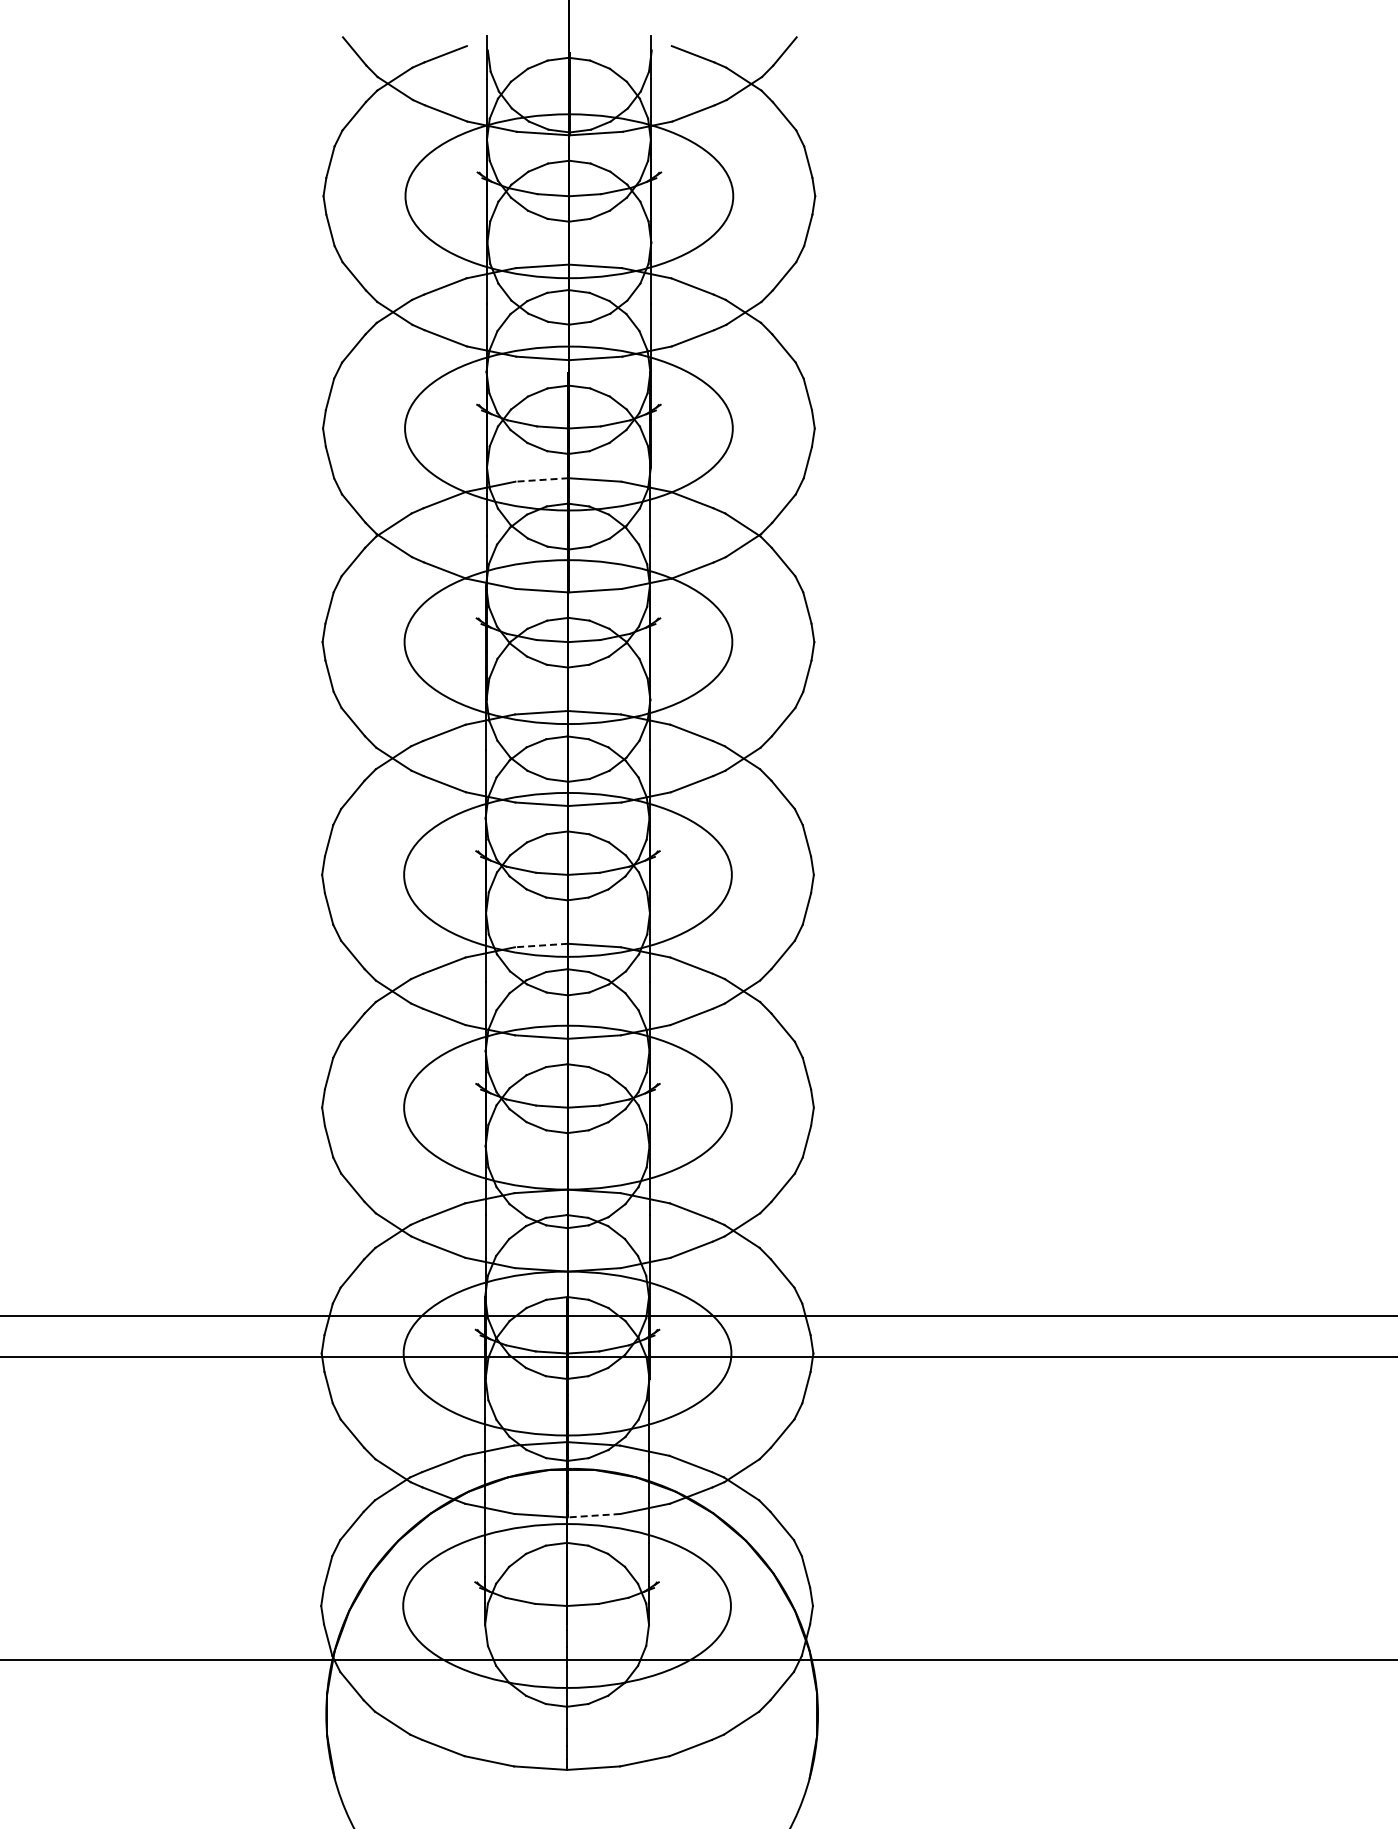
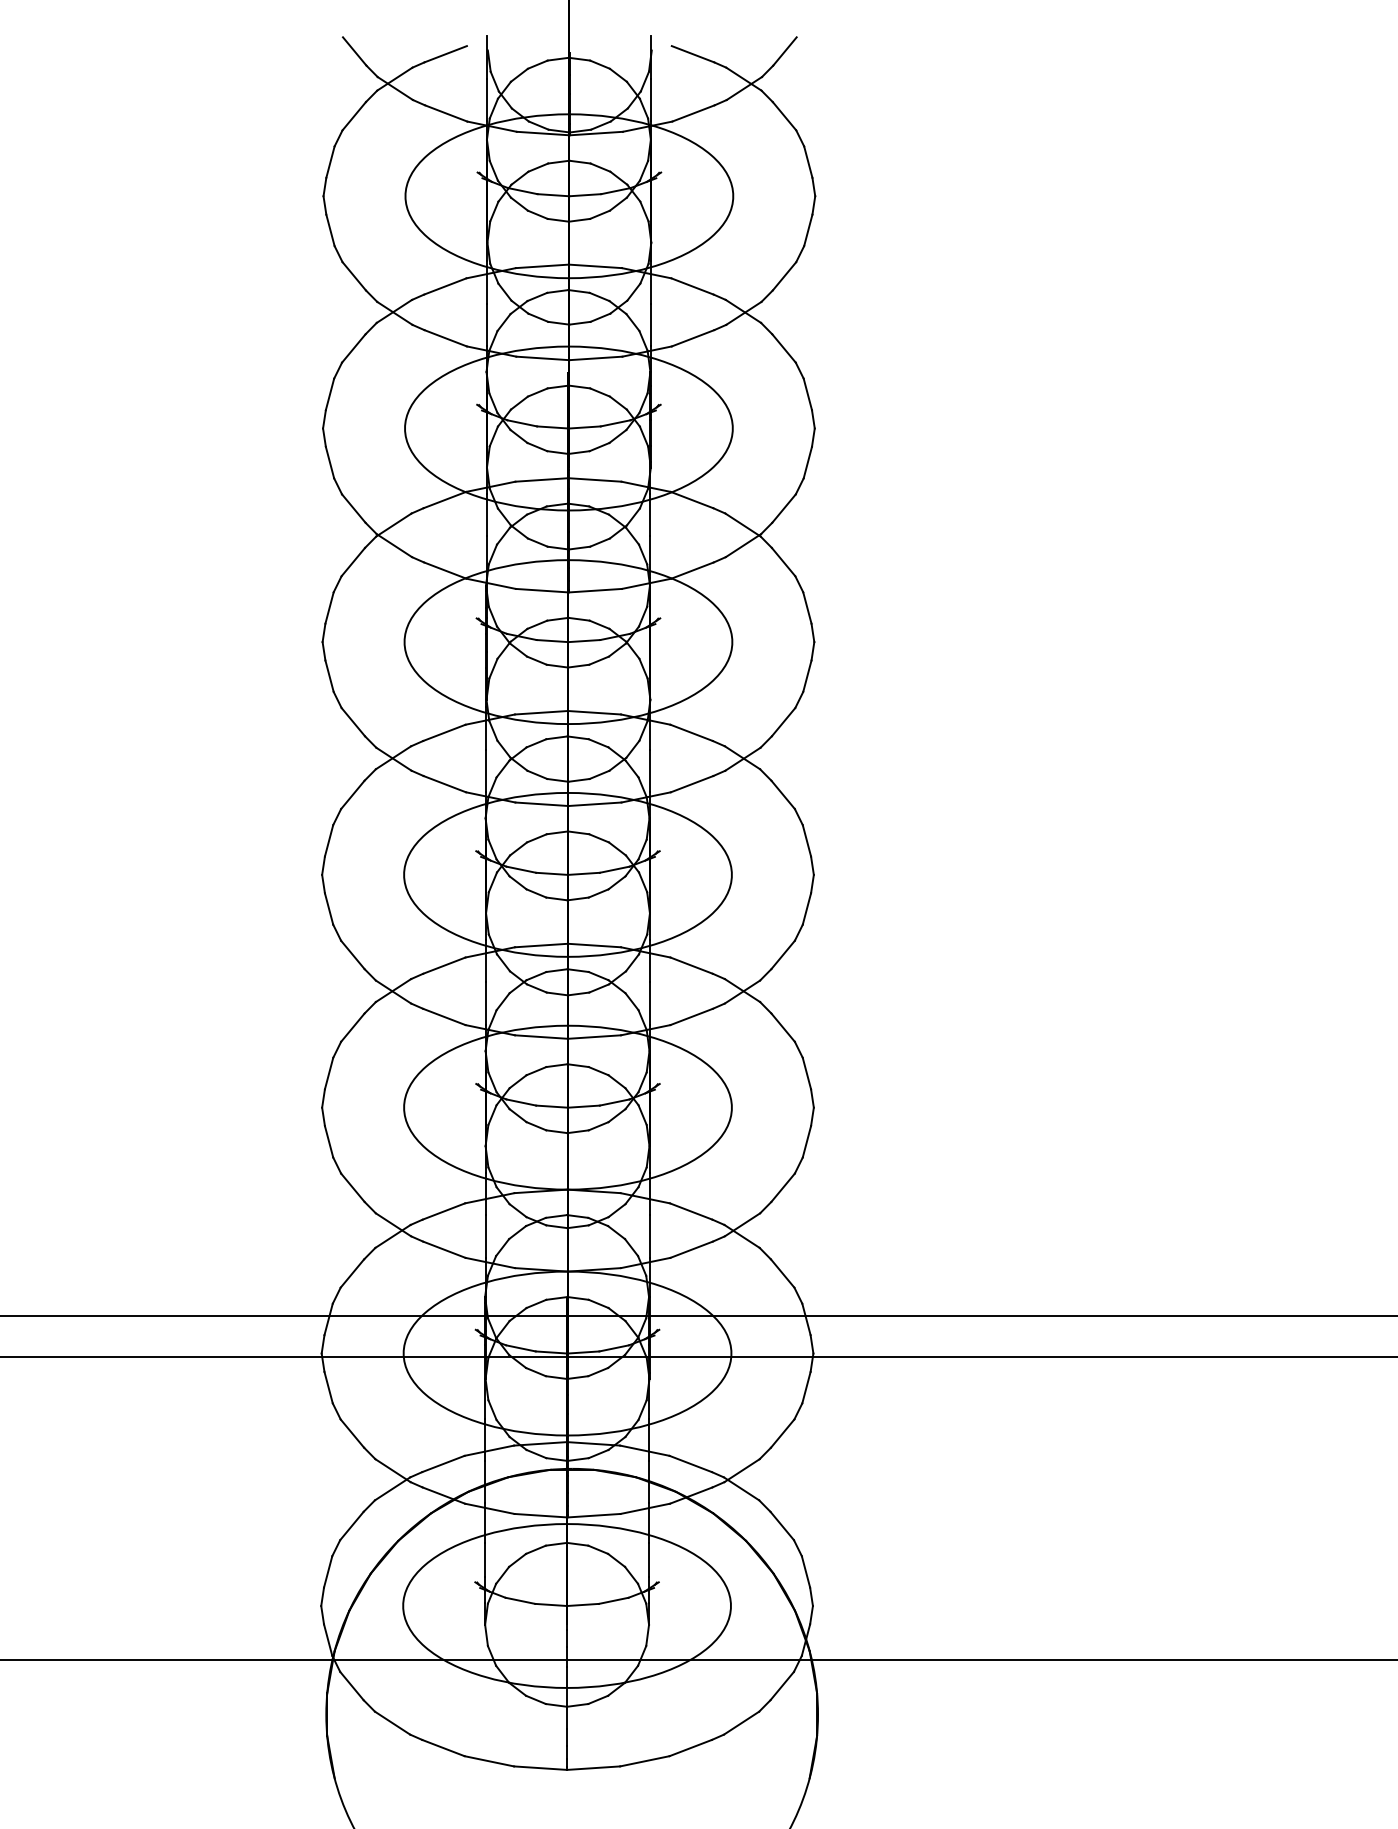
line at (541, 479): dashed -> solid
line at (541, 945): dashed -> solid
line at (594, 1515): dashed -> solid
